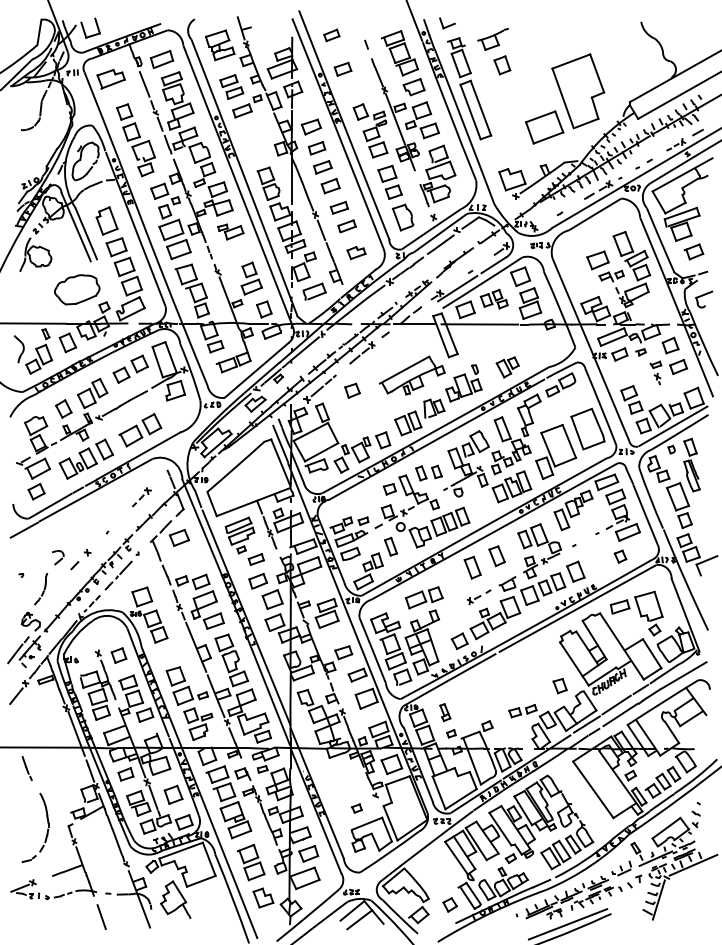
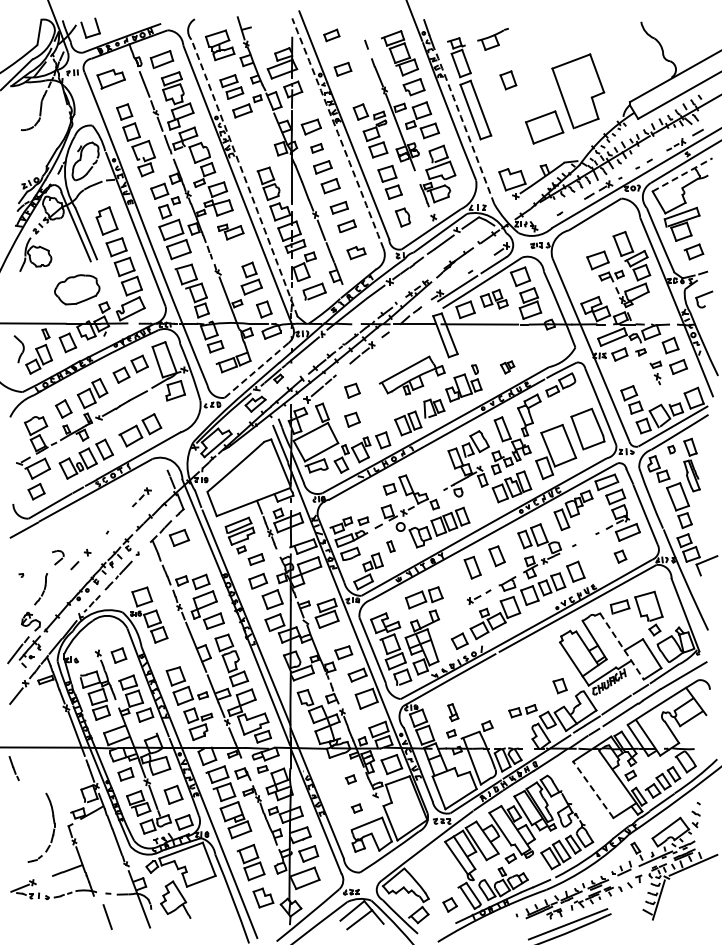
part at (447, 23): present -> none
part at (502, 65) position: (502, 65) -> (508, 80)
arc at (464, 126): solid -> dashed
arc at (338, 133): solid -> dashed
part at (316, 148) size: 20x15 px -> 14x11 px
line at (683, 174): solid -> dashed
arc at (244, 178): solid -> dashed
part at (402, 217) size: 24x29 px -> 17x21 px
part at (507, 367) size: 25x23 px -> 16x15 px
line at (256, 370): solid -> dashed
part at (352, 419): none -> present
part at (428, 472): present -> none
part at (390, 546) size: 14x21 px -> 10x13 px
line at (621, 646): solid -> dashed
part at (445, 712) position: (445, 712) -> (453, 712)
line at (26, 768) position: (26, 768) -> (13, 768)
part at (350, 779): none -> present
line at (593, 789): solid -> dashed
part at (47, 828) position: (47, 828) -> (53, 828)
line at (101, 916) position: (101, 916) -> (107, 916)
